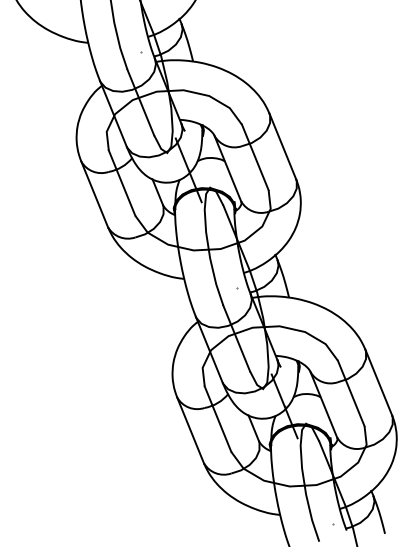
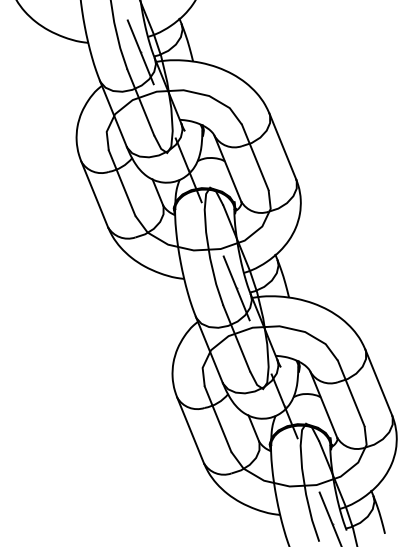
line at (140, 52): none -> present
line at (236, 288): none -> present
line at (329, 517): none -> present
